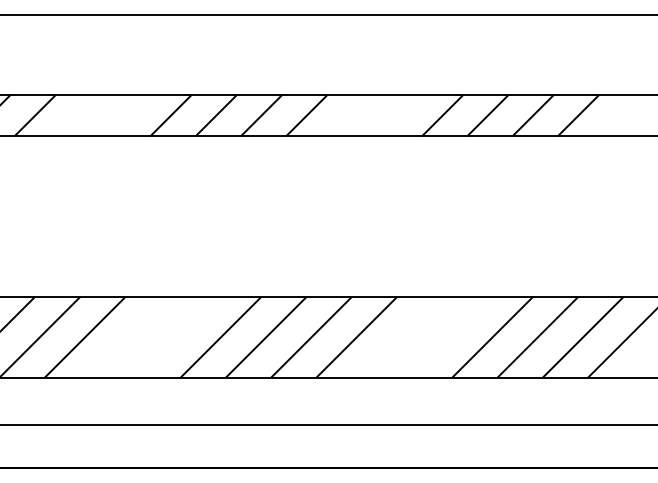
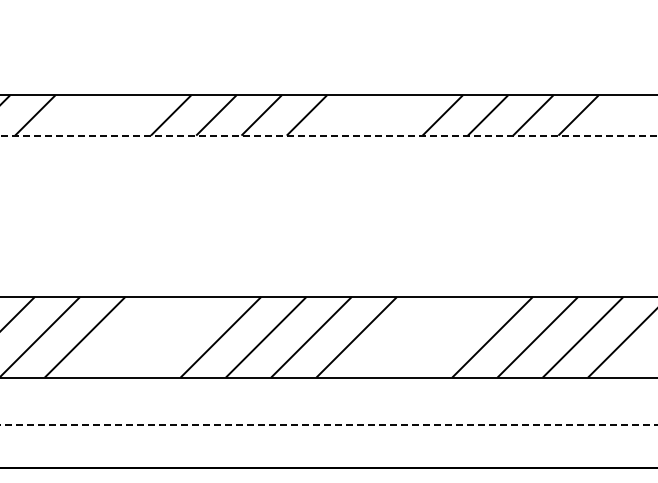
line at (328, 14): present -> none
line at (328, 135): solid -> dashed
line at (328, 424): solid -> dashed
